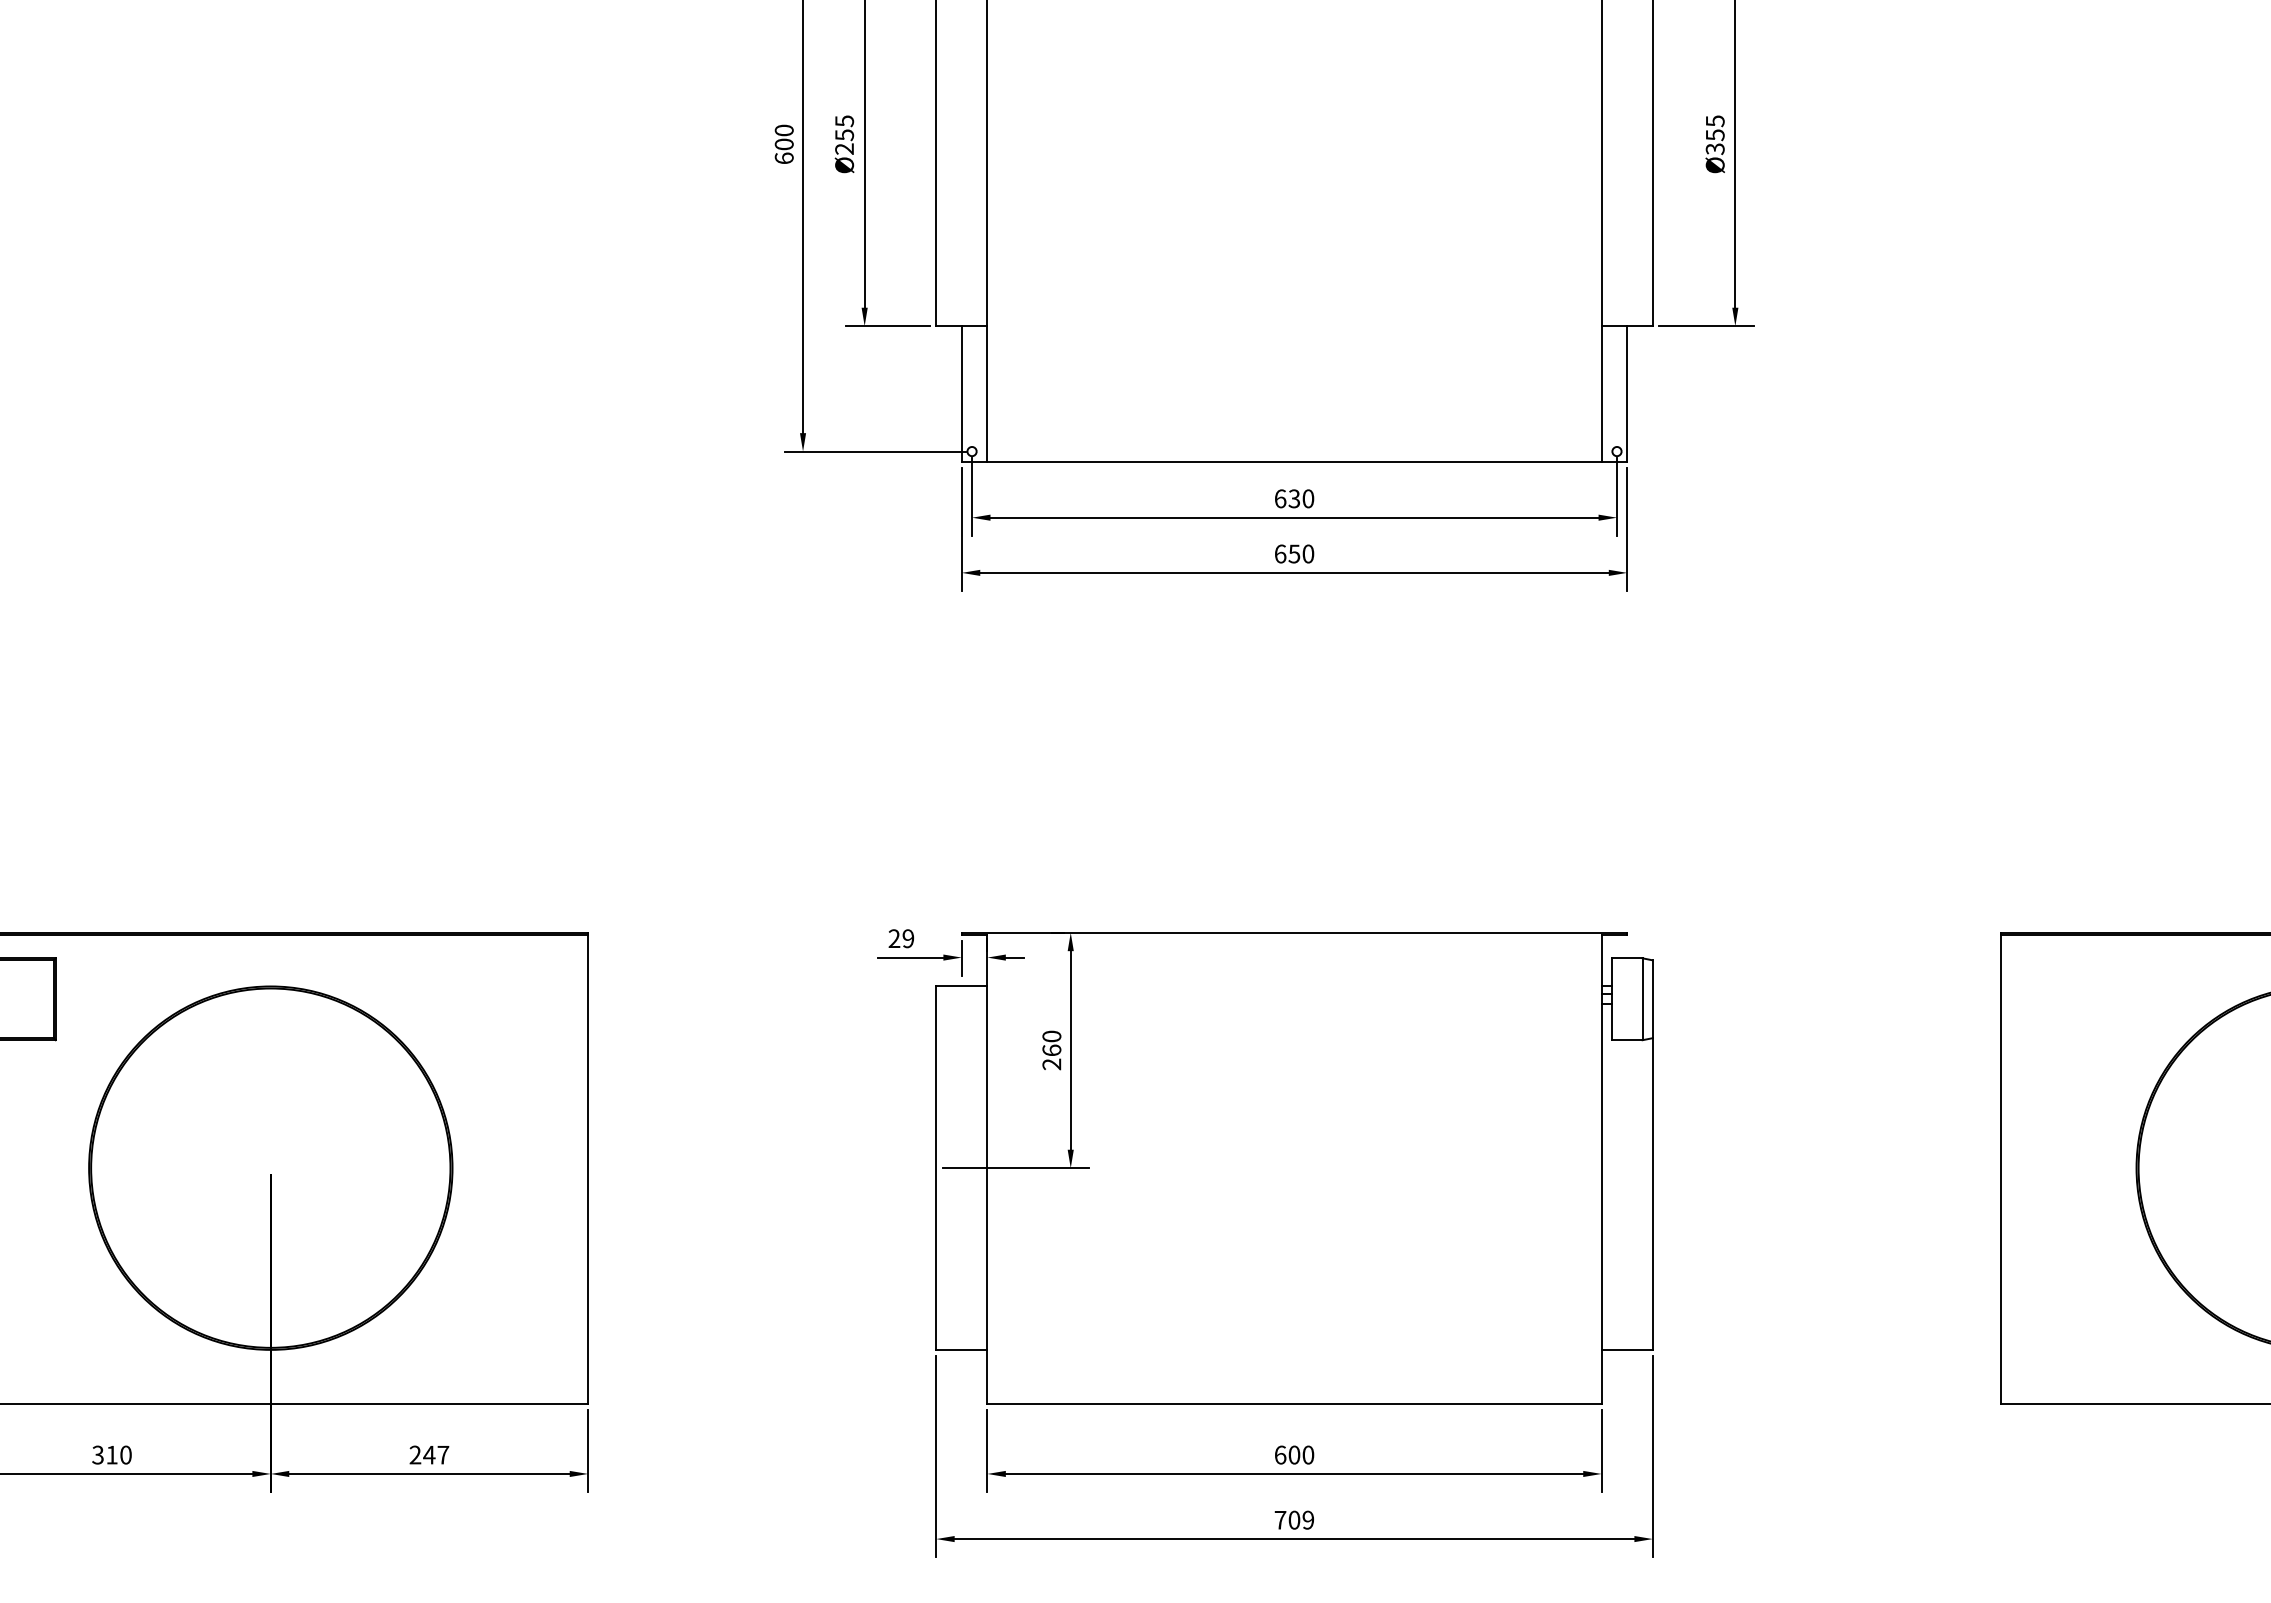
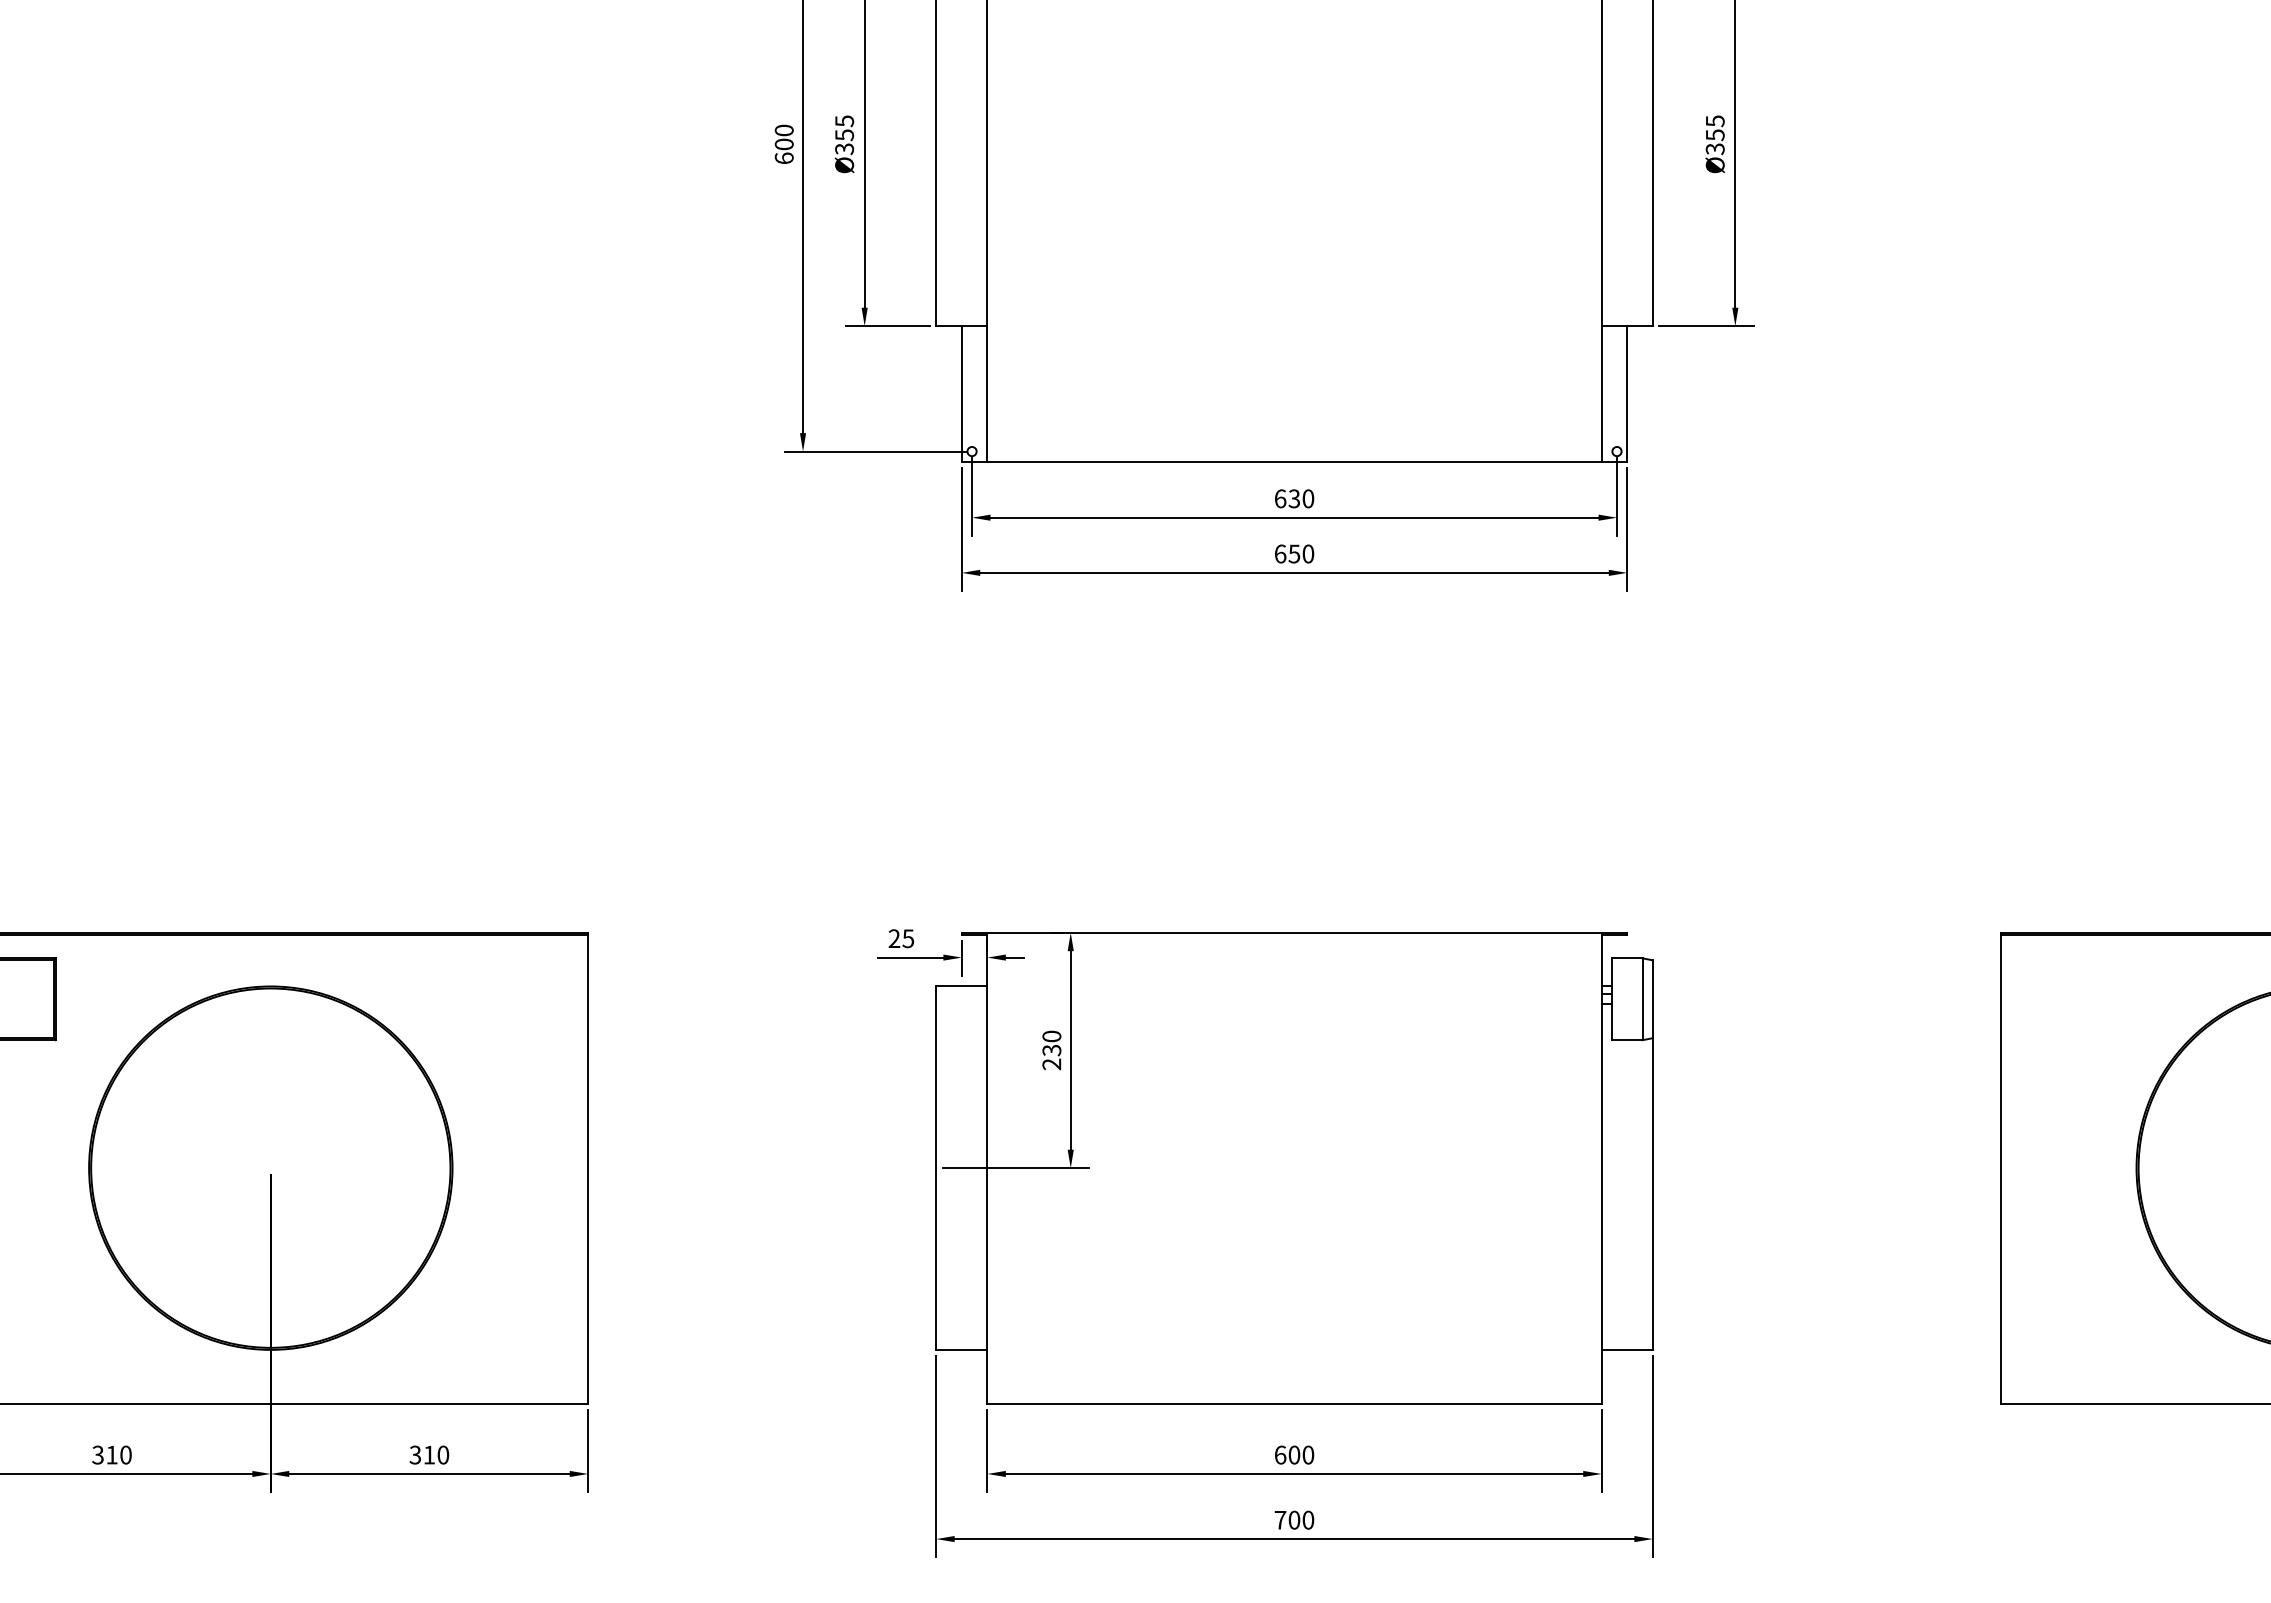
text at (844, 149): Ø255 -> Ø355
text at (908, 938): 29 -> 25
text at (1051, 1050): 260 -> 230
text at (429, 1454): 247 -> 310
text at (1308, 1519): 709 -> 700
